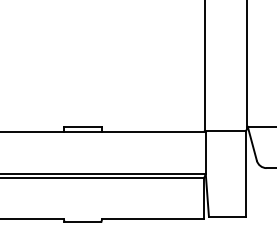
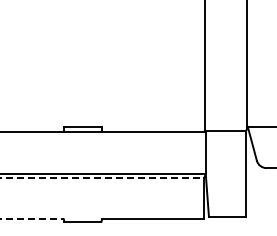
line at (102, 178): solid -> dashed
line at (32, 219): solid -> dashed
